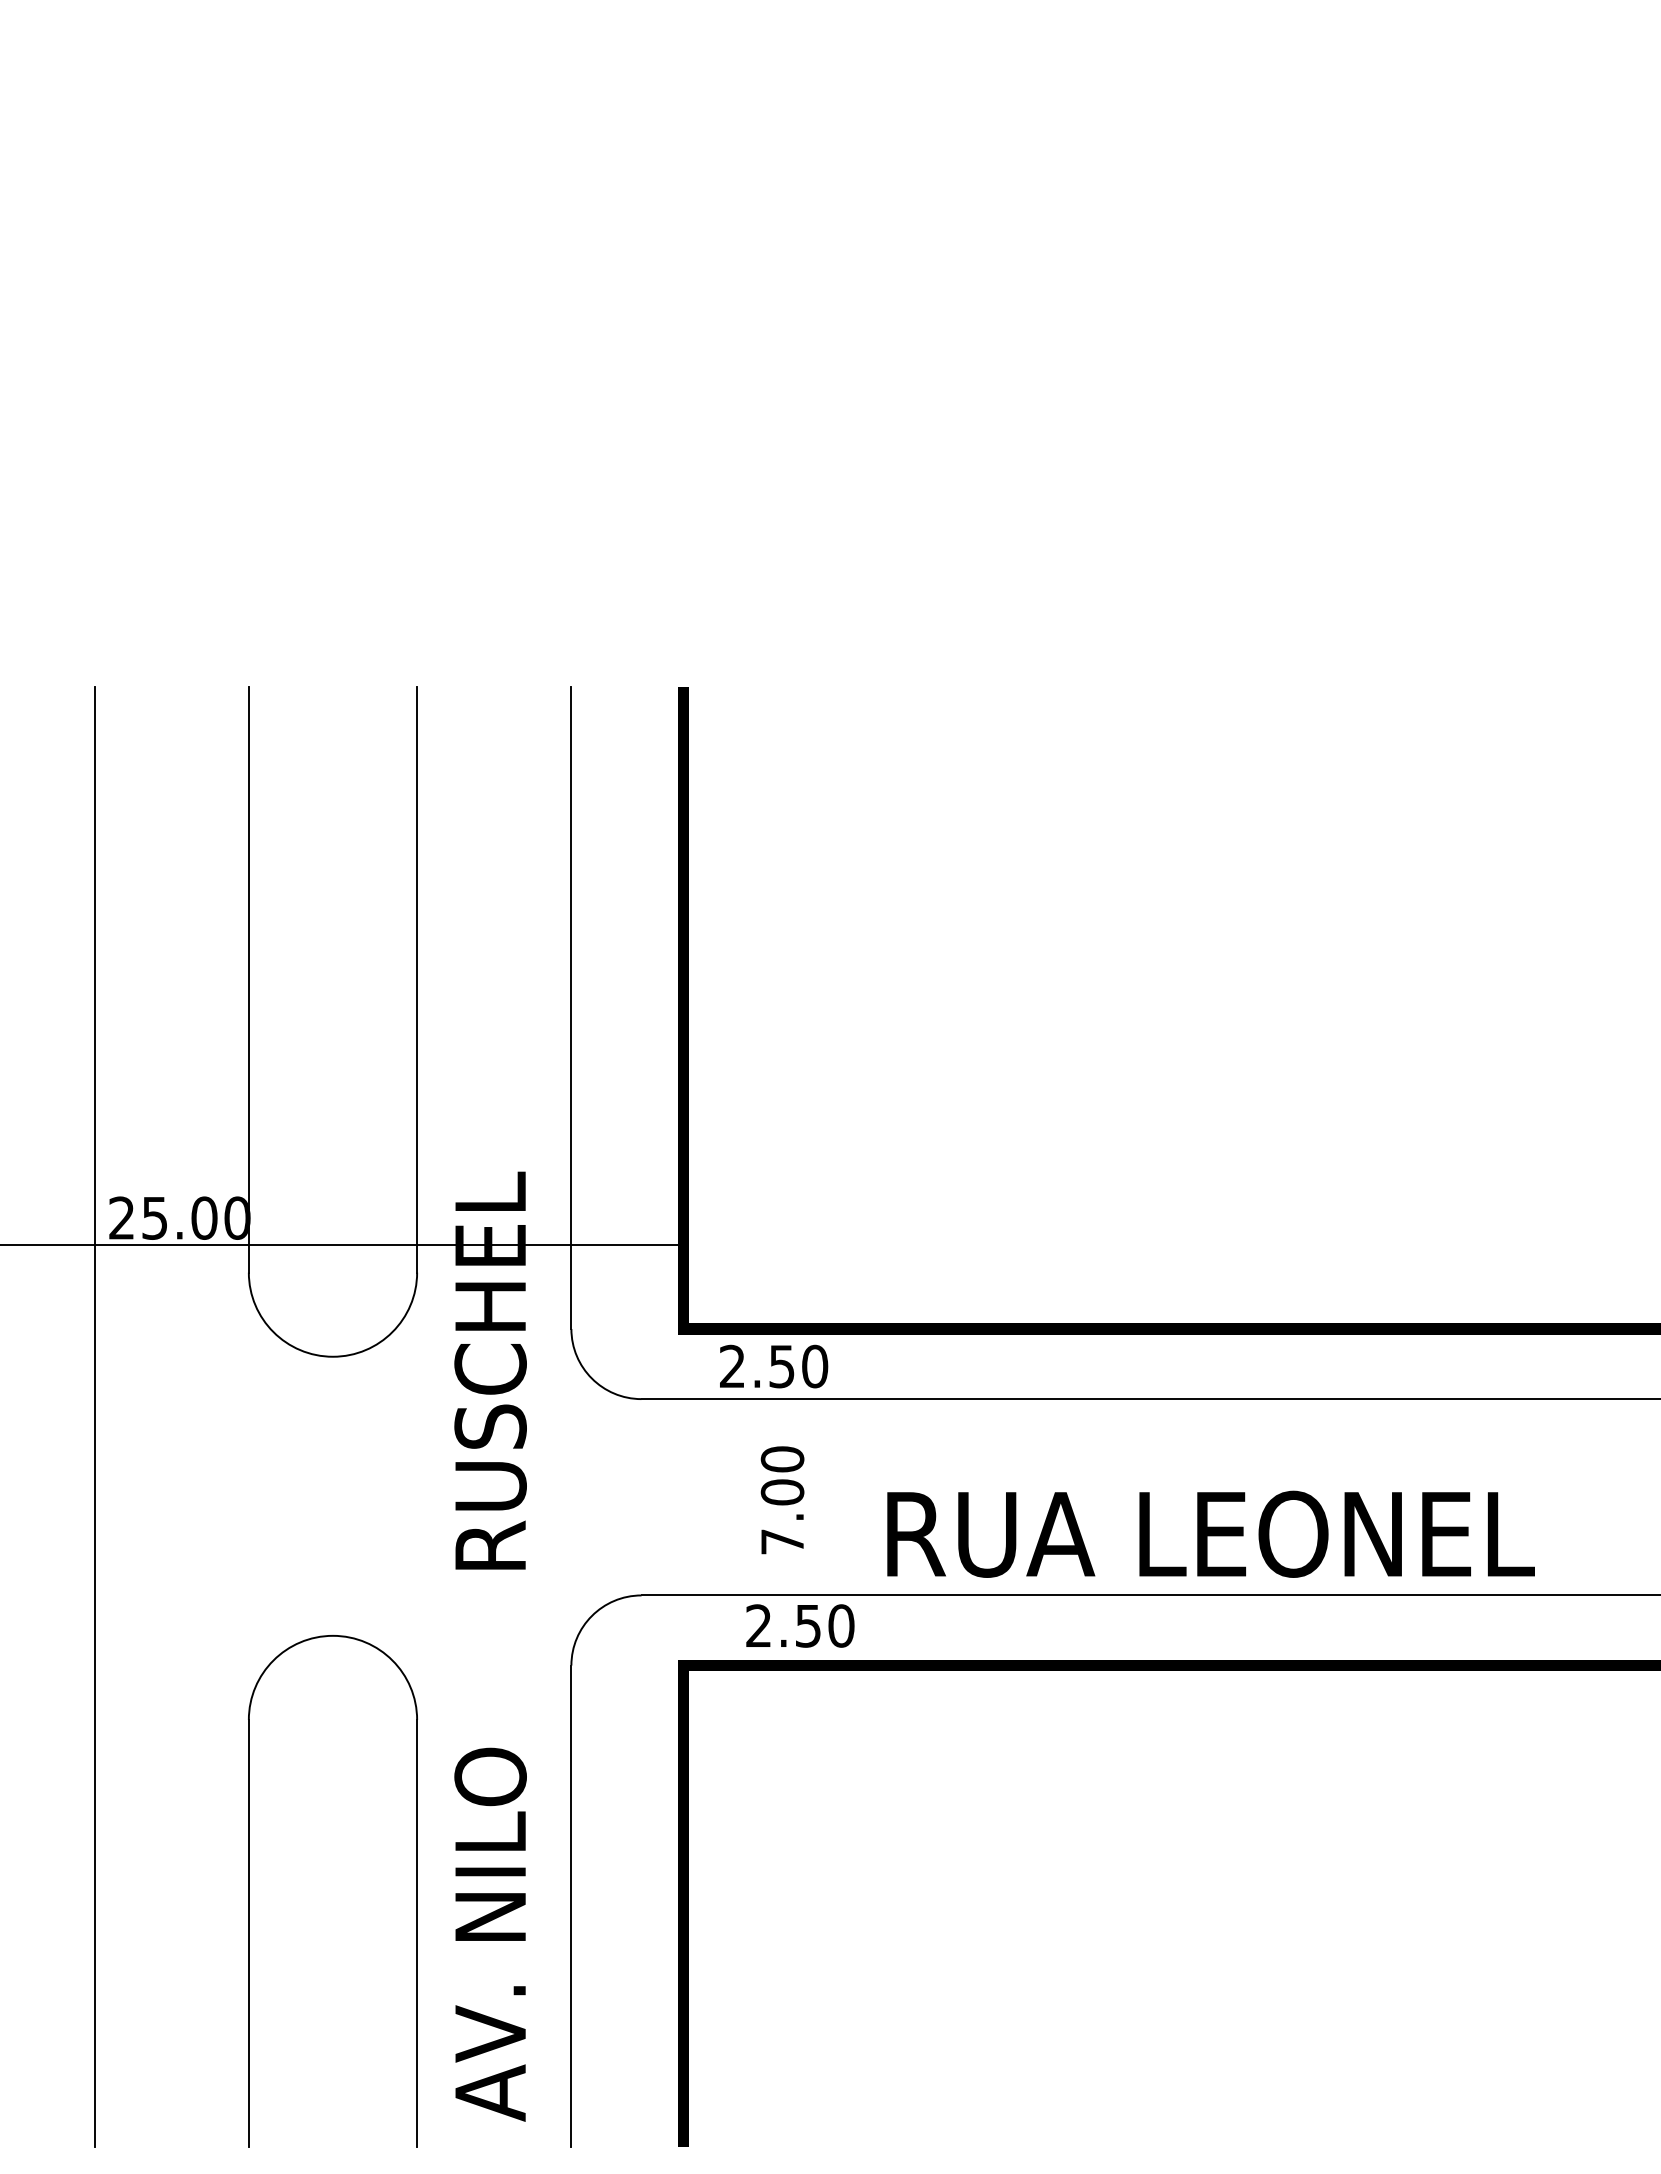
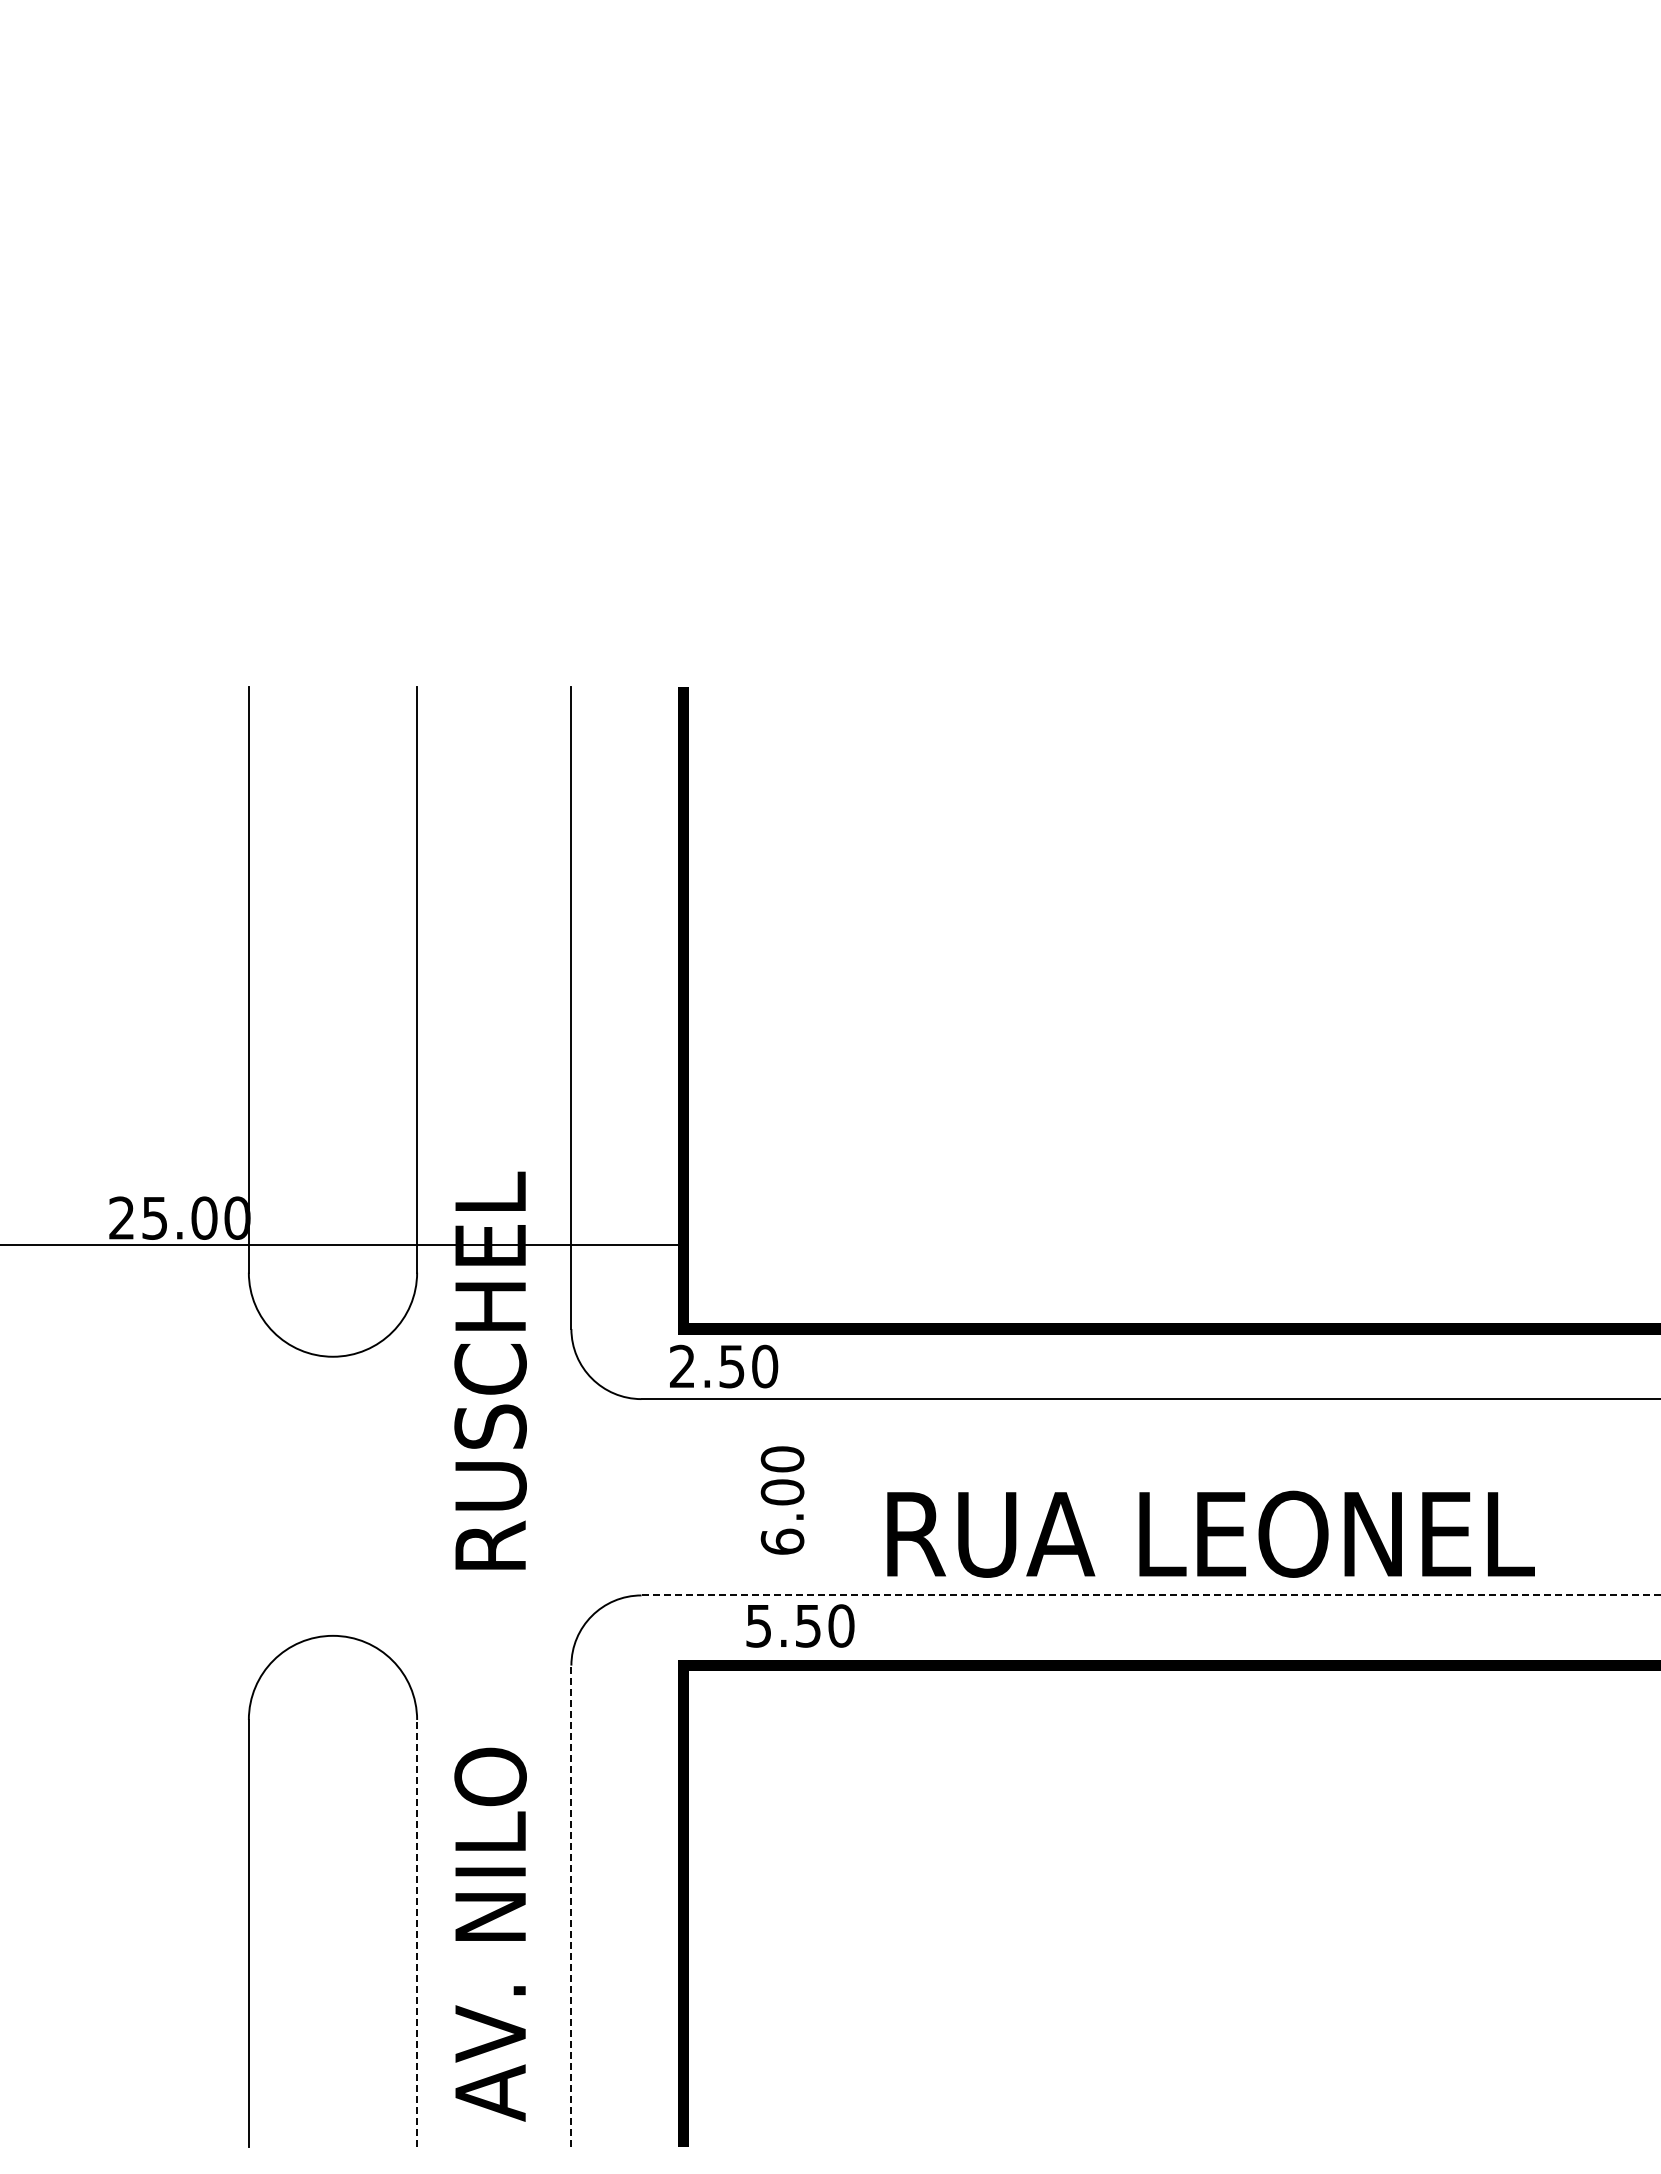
text at (774, 1366) position: (774, 1366) -> (724, 1366)
line at (94, 1417): present -> none
text at (782, 1541): 7.00 -> 6.00
line at (1151, 1595): solid -> dashed
text at (758, 1625): 2.50 -> 5.50
line at (571, 1906): solid -> dashed
line at (417, 1933): solid -> dashed
